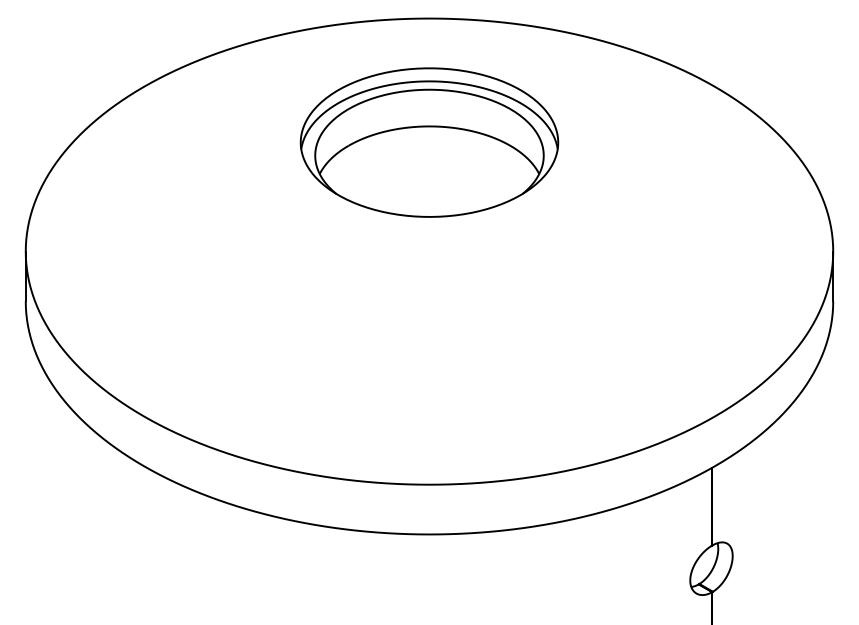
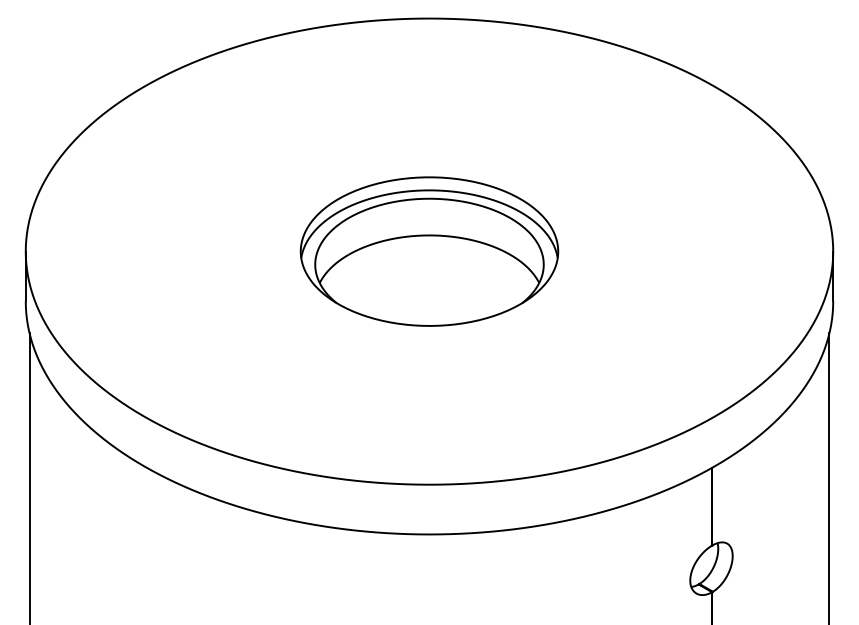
part at (429, 142) position: (429, 142) -> (429, 251)
line at (29, 477): none -> present
line at (829, 477): none -> present
